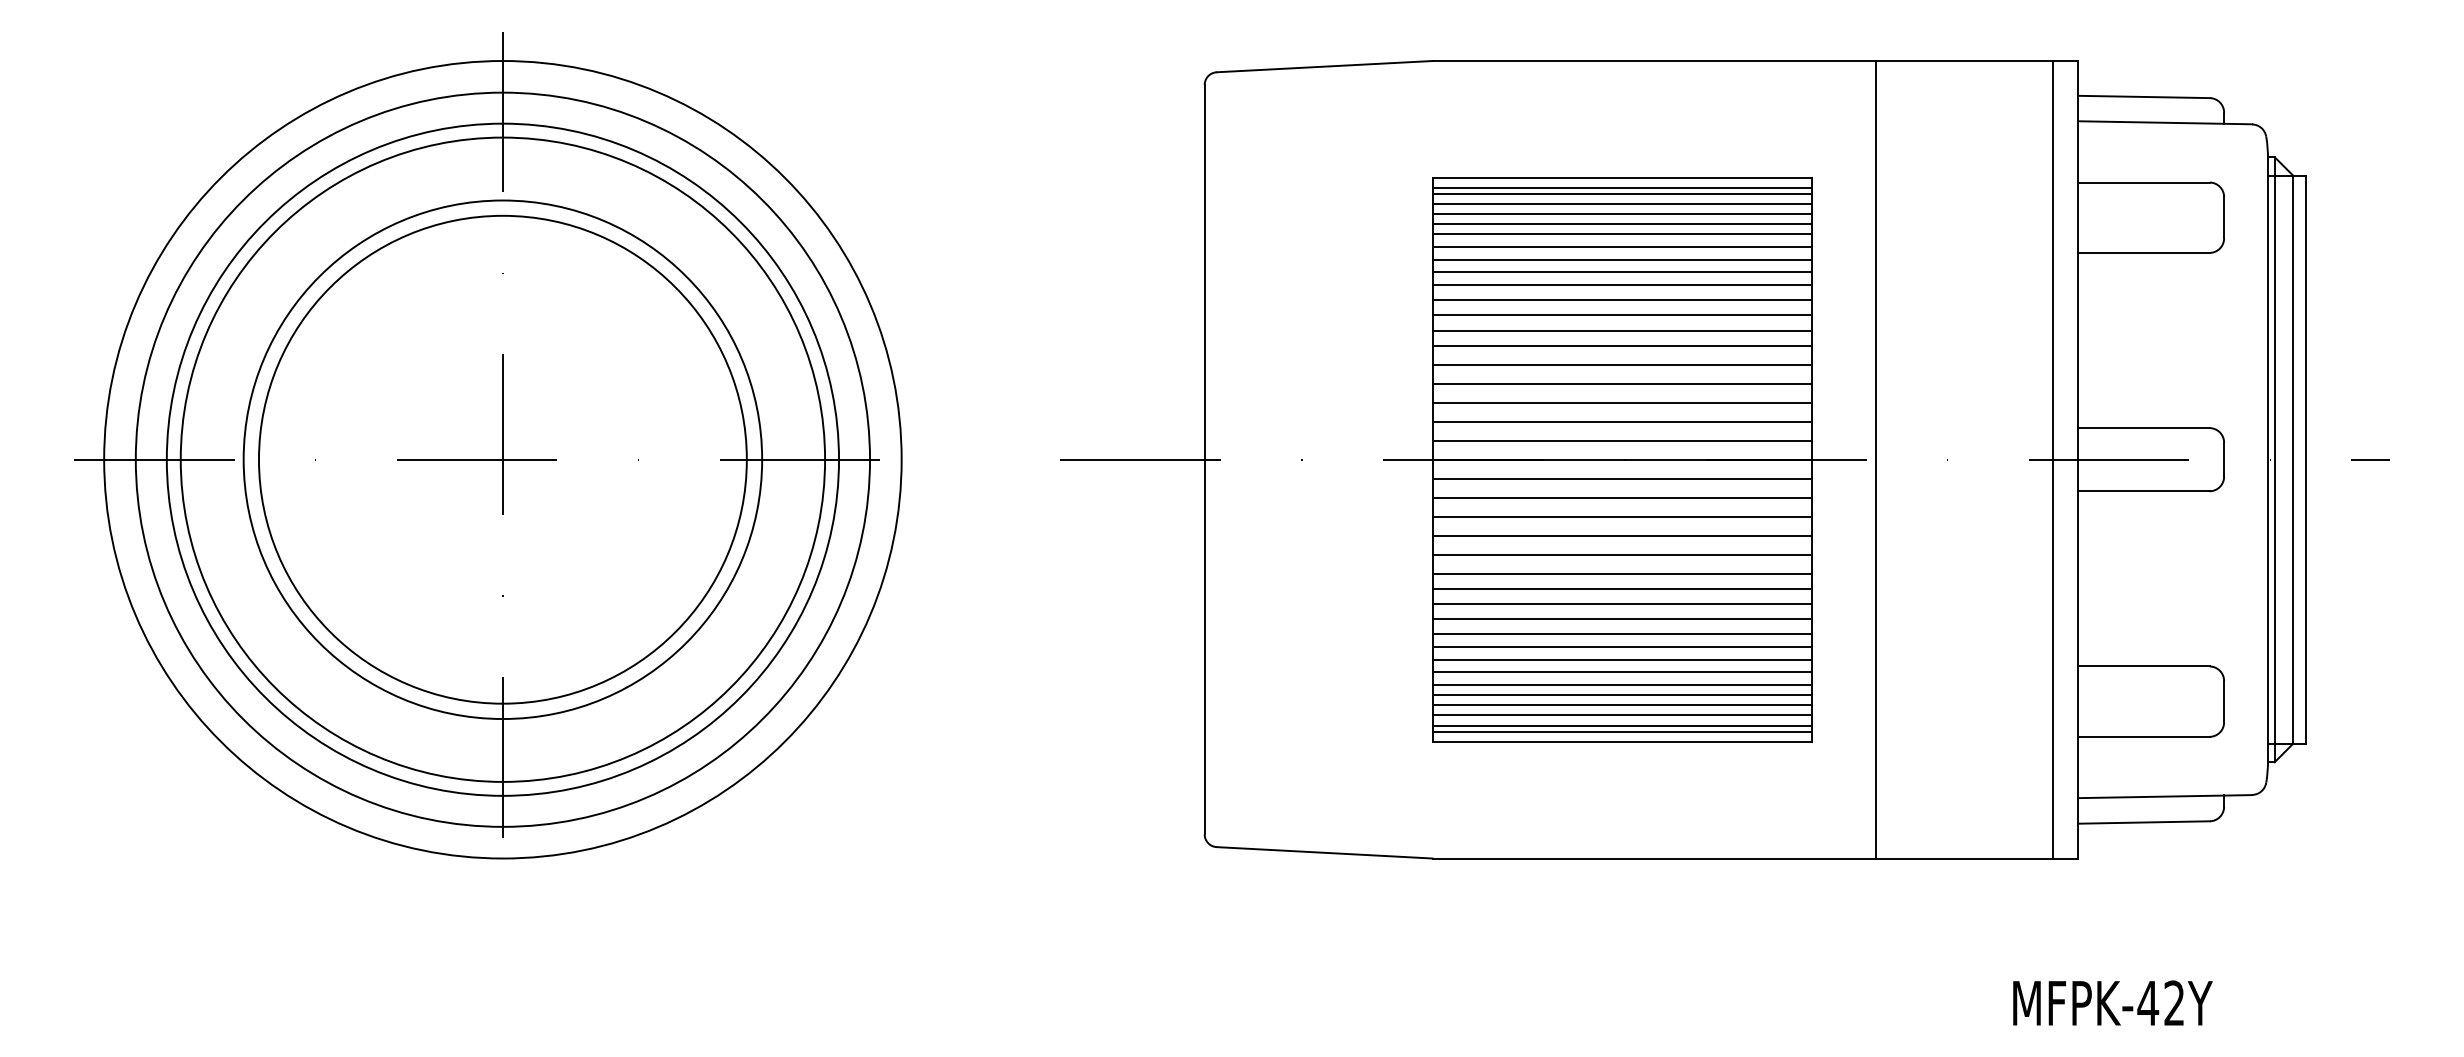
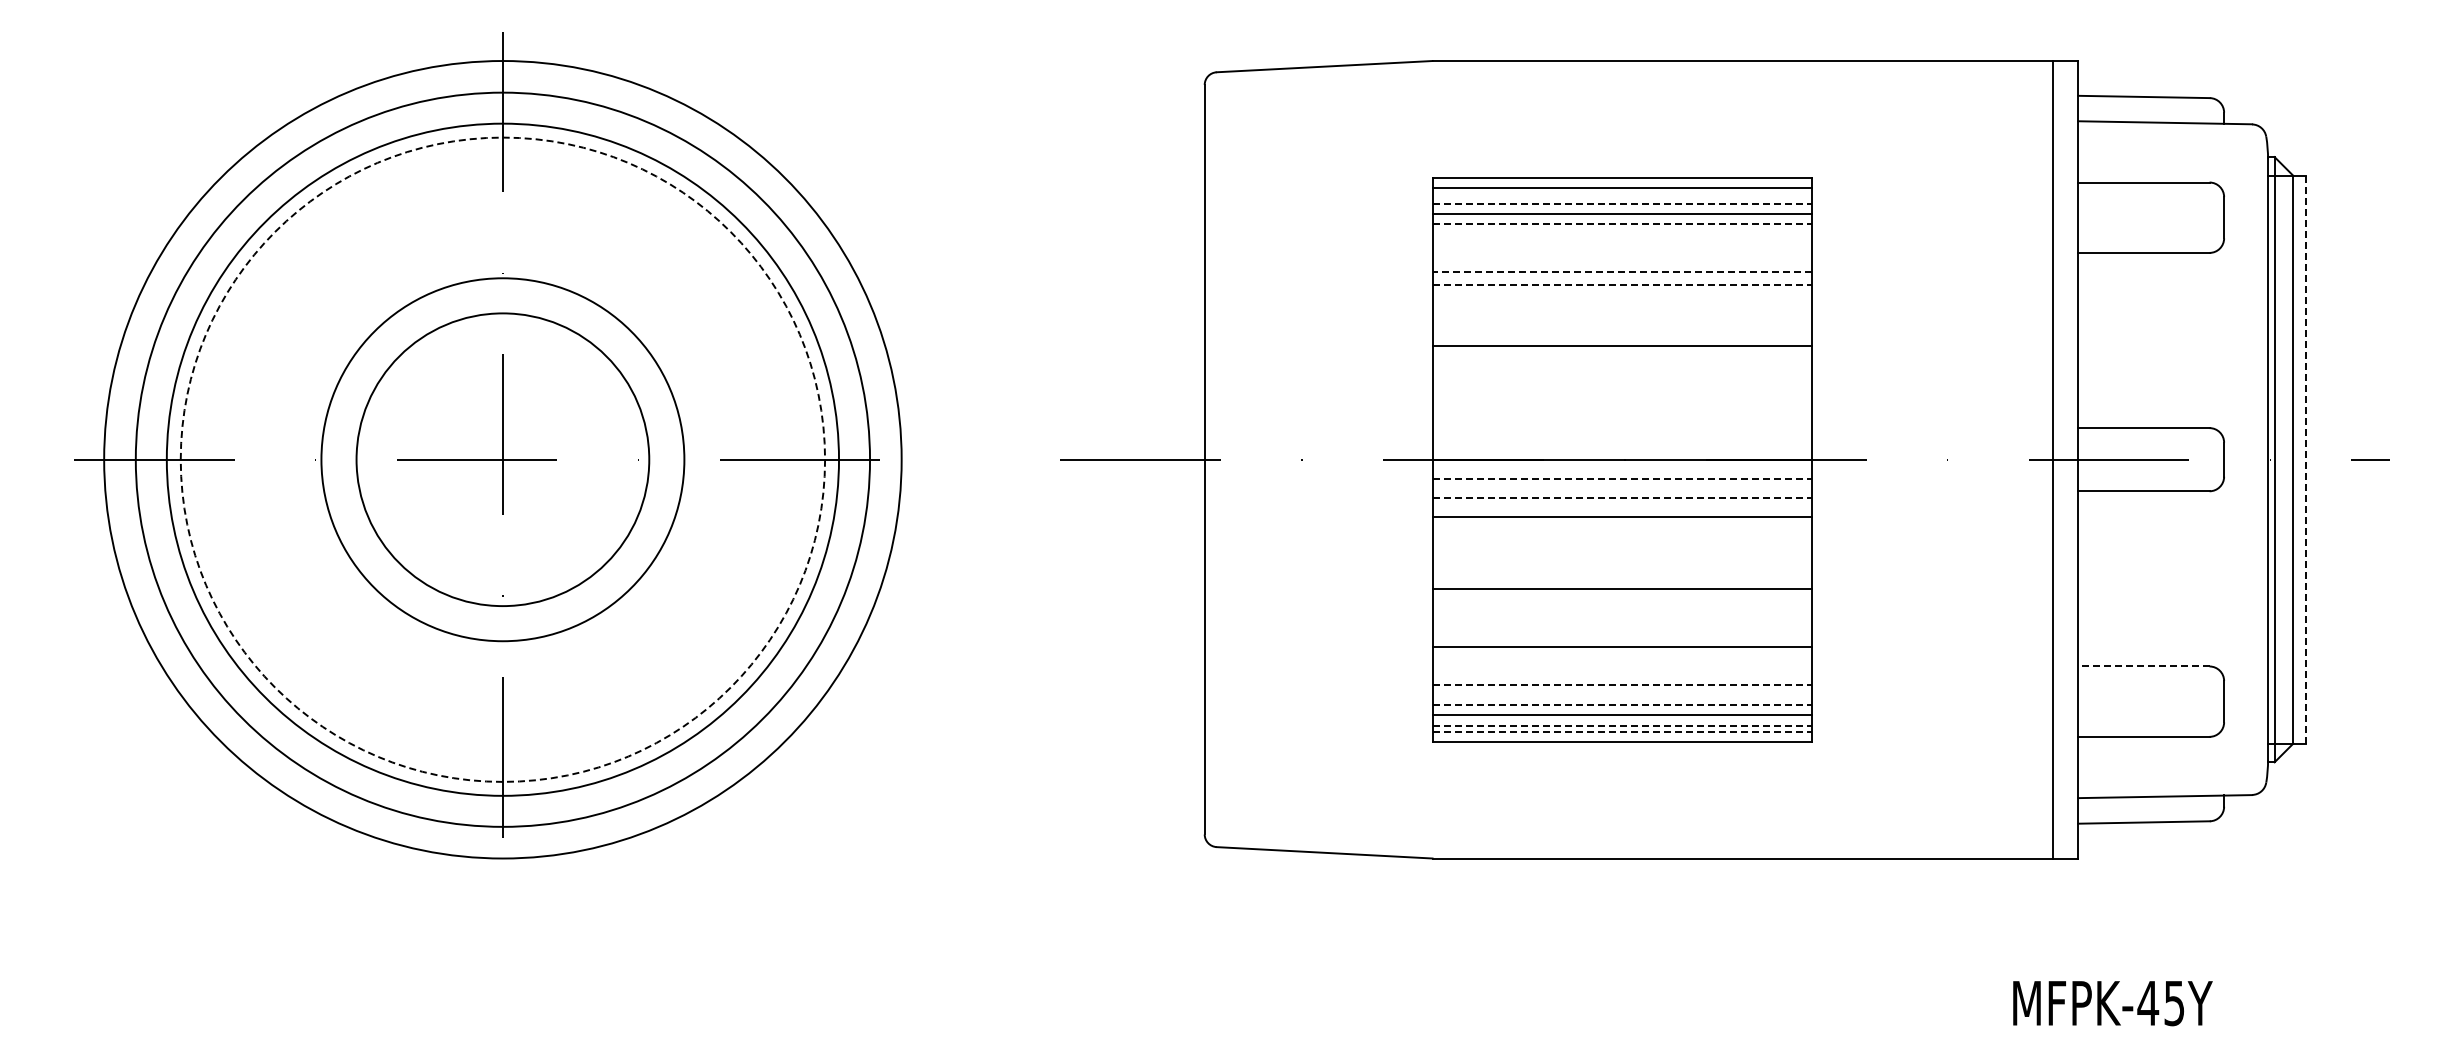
line at (1622, 193): present -> none
line at (1622, 204): solid -> dashed
line at (1622, 224): solid -> dashed
line at (1622, 234): present -> none
line at (1622, 247): present -> none
line at (1622, 259): present -> none
line at (1622, 272): solid -> dashed
line at (1622, 285): solid -> dashed
line at (1622, 300): present -> none
line at (1622, 315): present -> none
line at (1622, 330): present -> none
line at (1622, 364): present -> none
line at (1622, 383): present -> none
line at (1622, 402): present -> none
line at (1622, 421): present -> none
line at (1622, 440): present -> none
circle at (502, 459) diameter: 488 px -> 293 px
circle at (502, 459) diameter: 519 px -> 363 px
circle at (502, 459): solid -> dashed
line at (1875, 459): present -> none
line at (2306, 459): solid -> dashed
line at (1622, 478): solid -> dashed
line at (1622, 497): solid -> dashed
line at (1622, 535): present -> none
line at (1622, 554): present -> none
line at (1622, 573): present -> none
line at (1622, 604): present -> none
line at (1622, 619): present -> none
line at (1622, 634): present -> none
line at (1622, 659): present -> none
line at (2143, 666): solid -> dashed
line at (1622, 672): present -> none
line at (1622, 685): solid -> dashed
line at (1622, 695): present -> none
line at (1622, 705): solid -> dashed
line at (1622, 725): solid -> dashed
line at (1622, 731): solid -> dashed
text at (2174, 1003): MFPK-42Y -> MFPK-45Y
